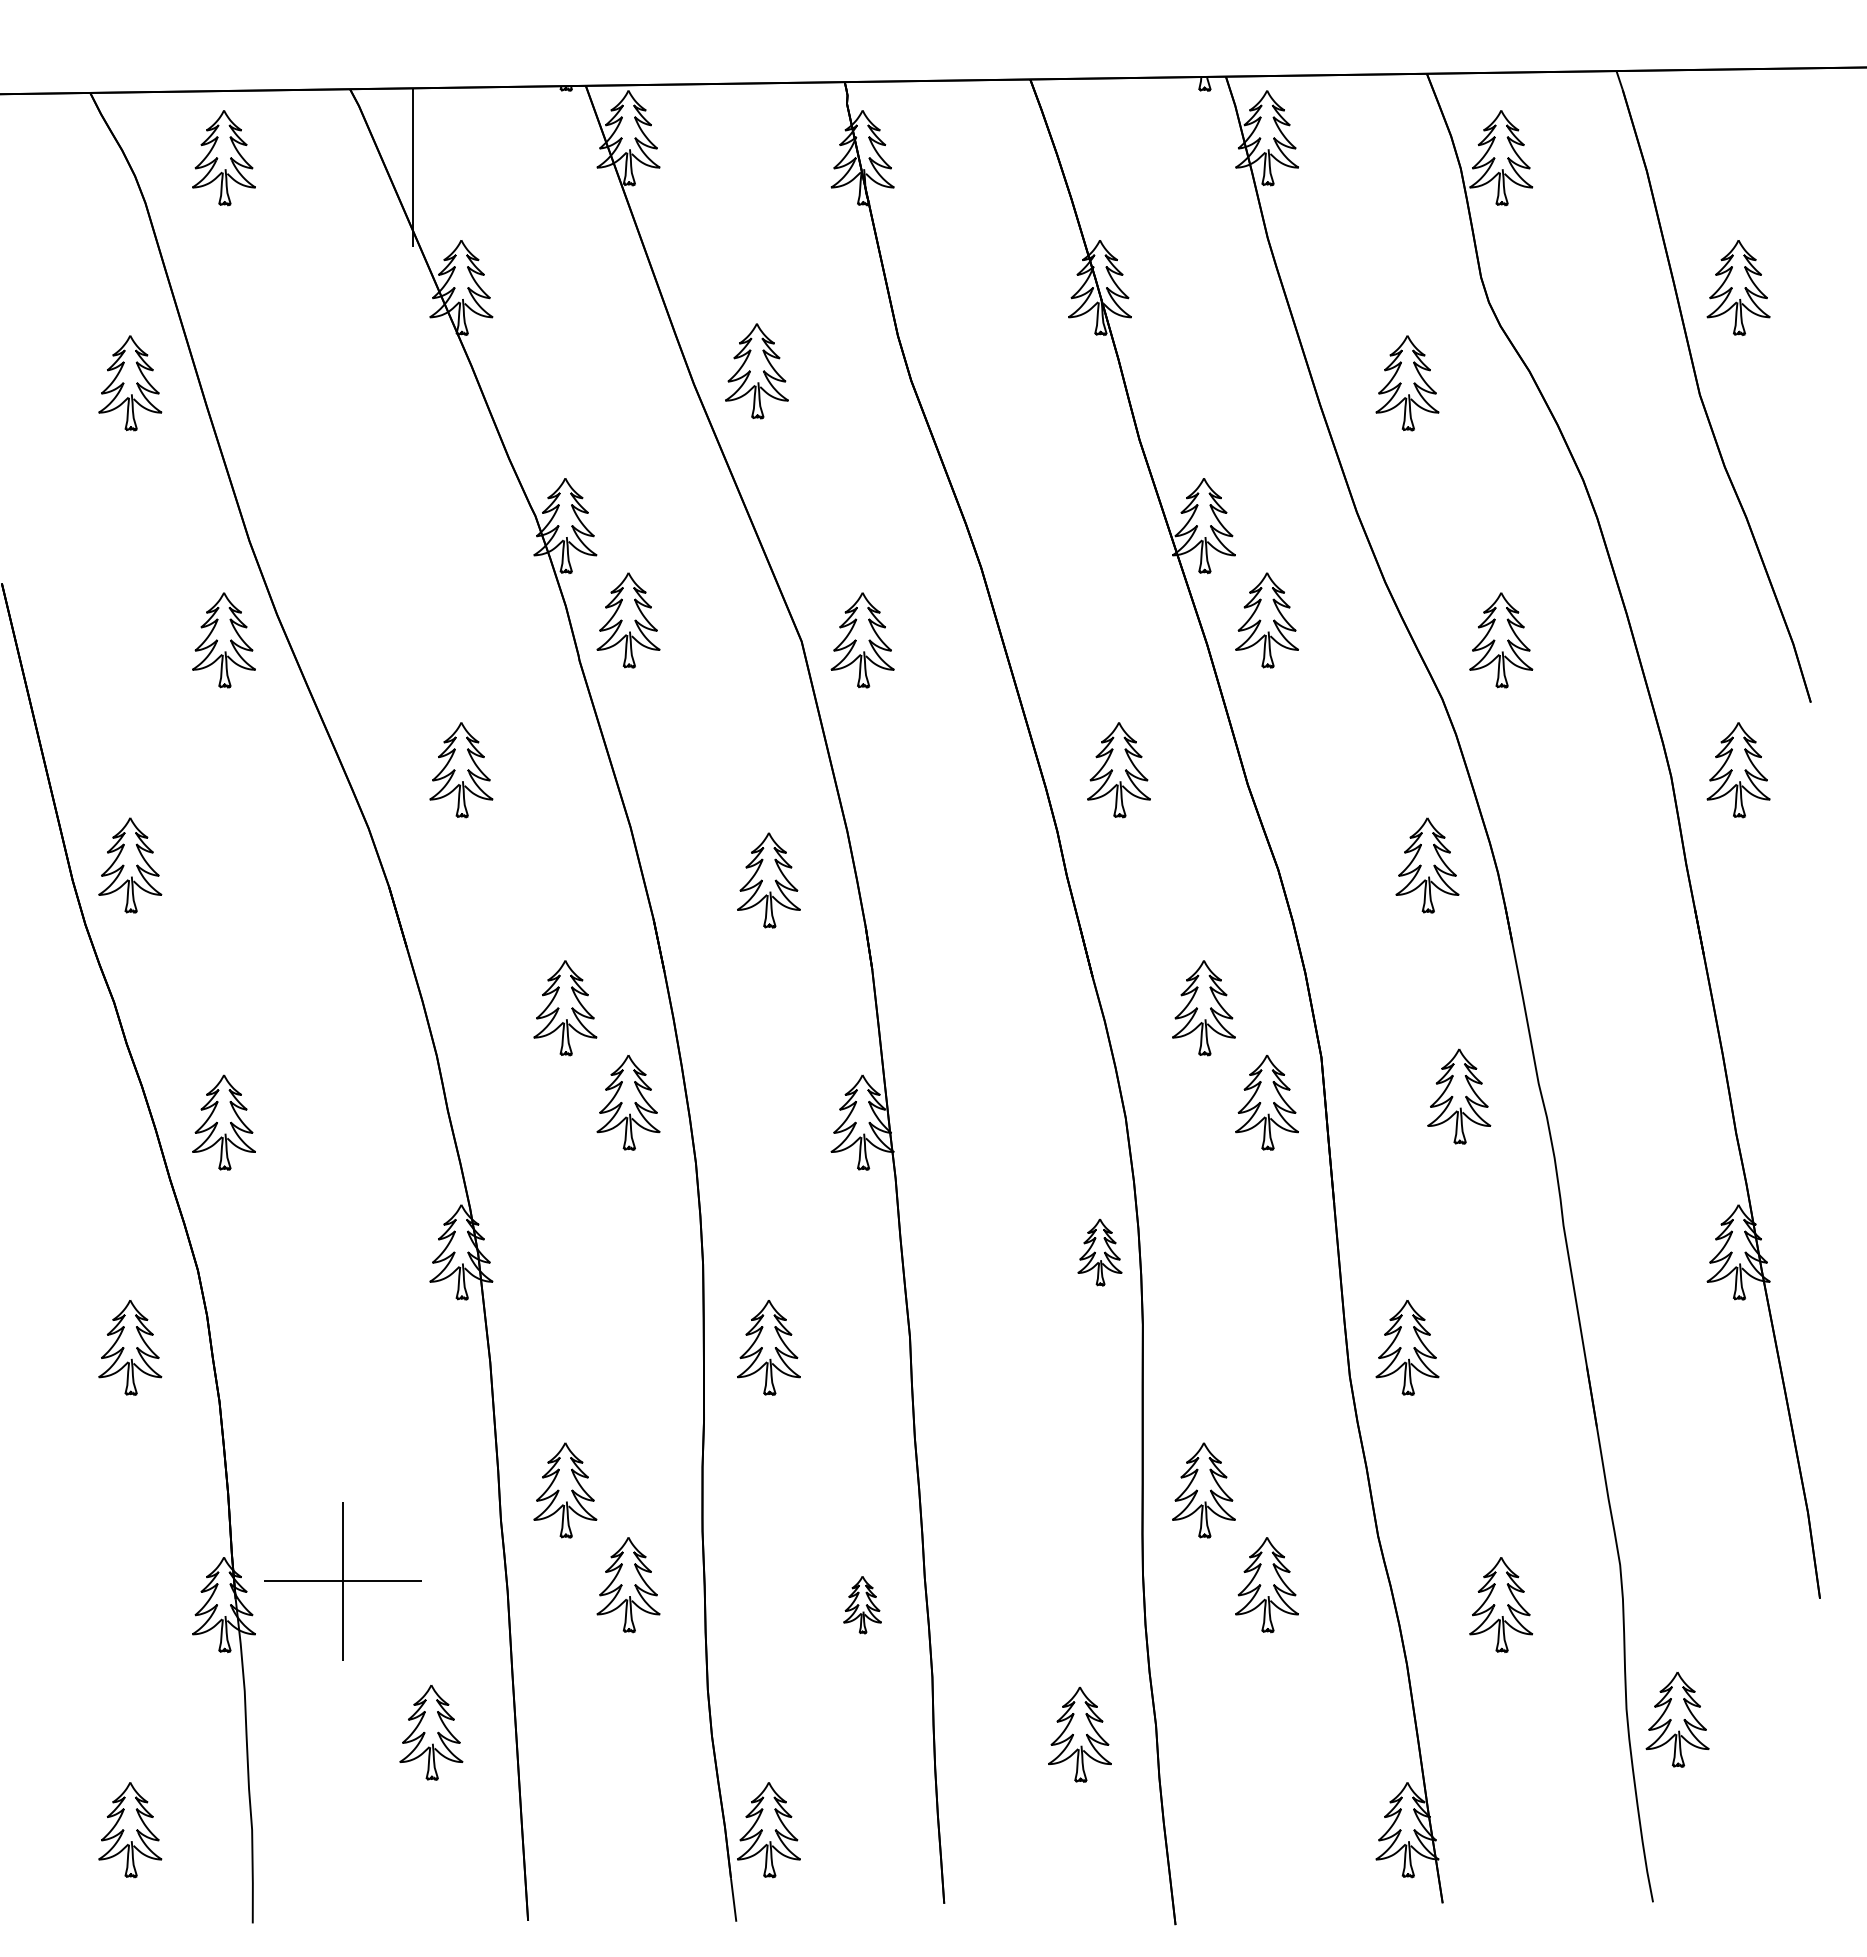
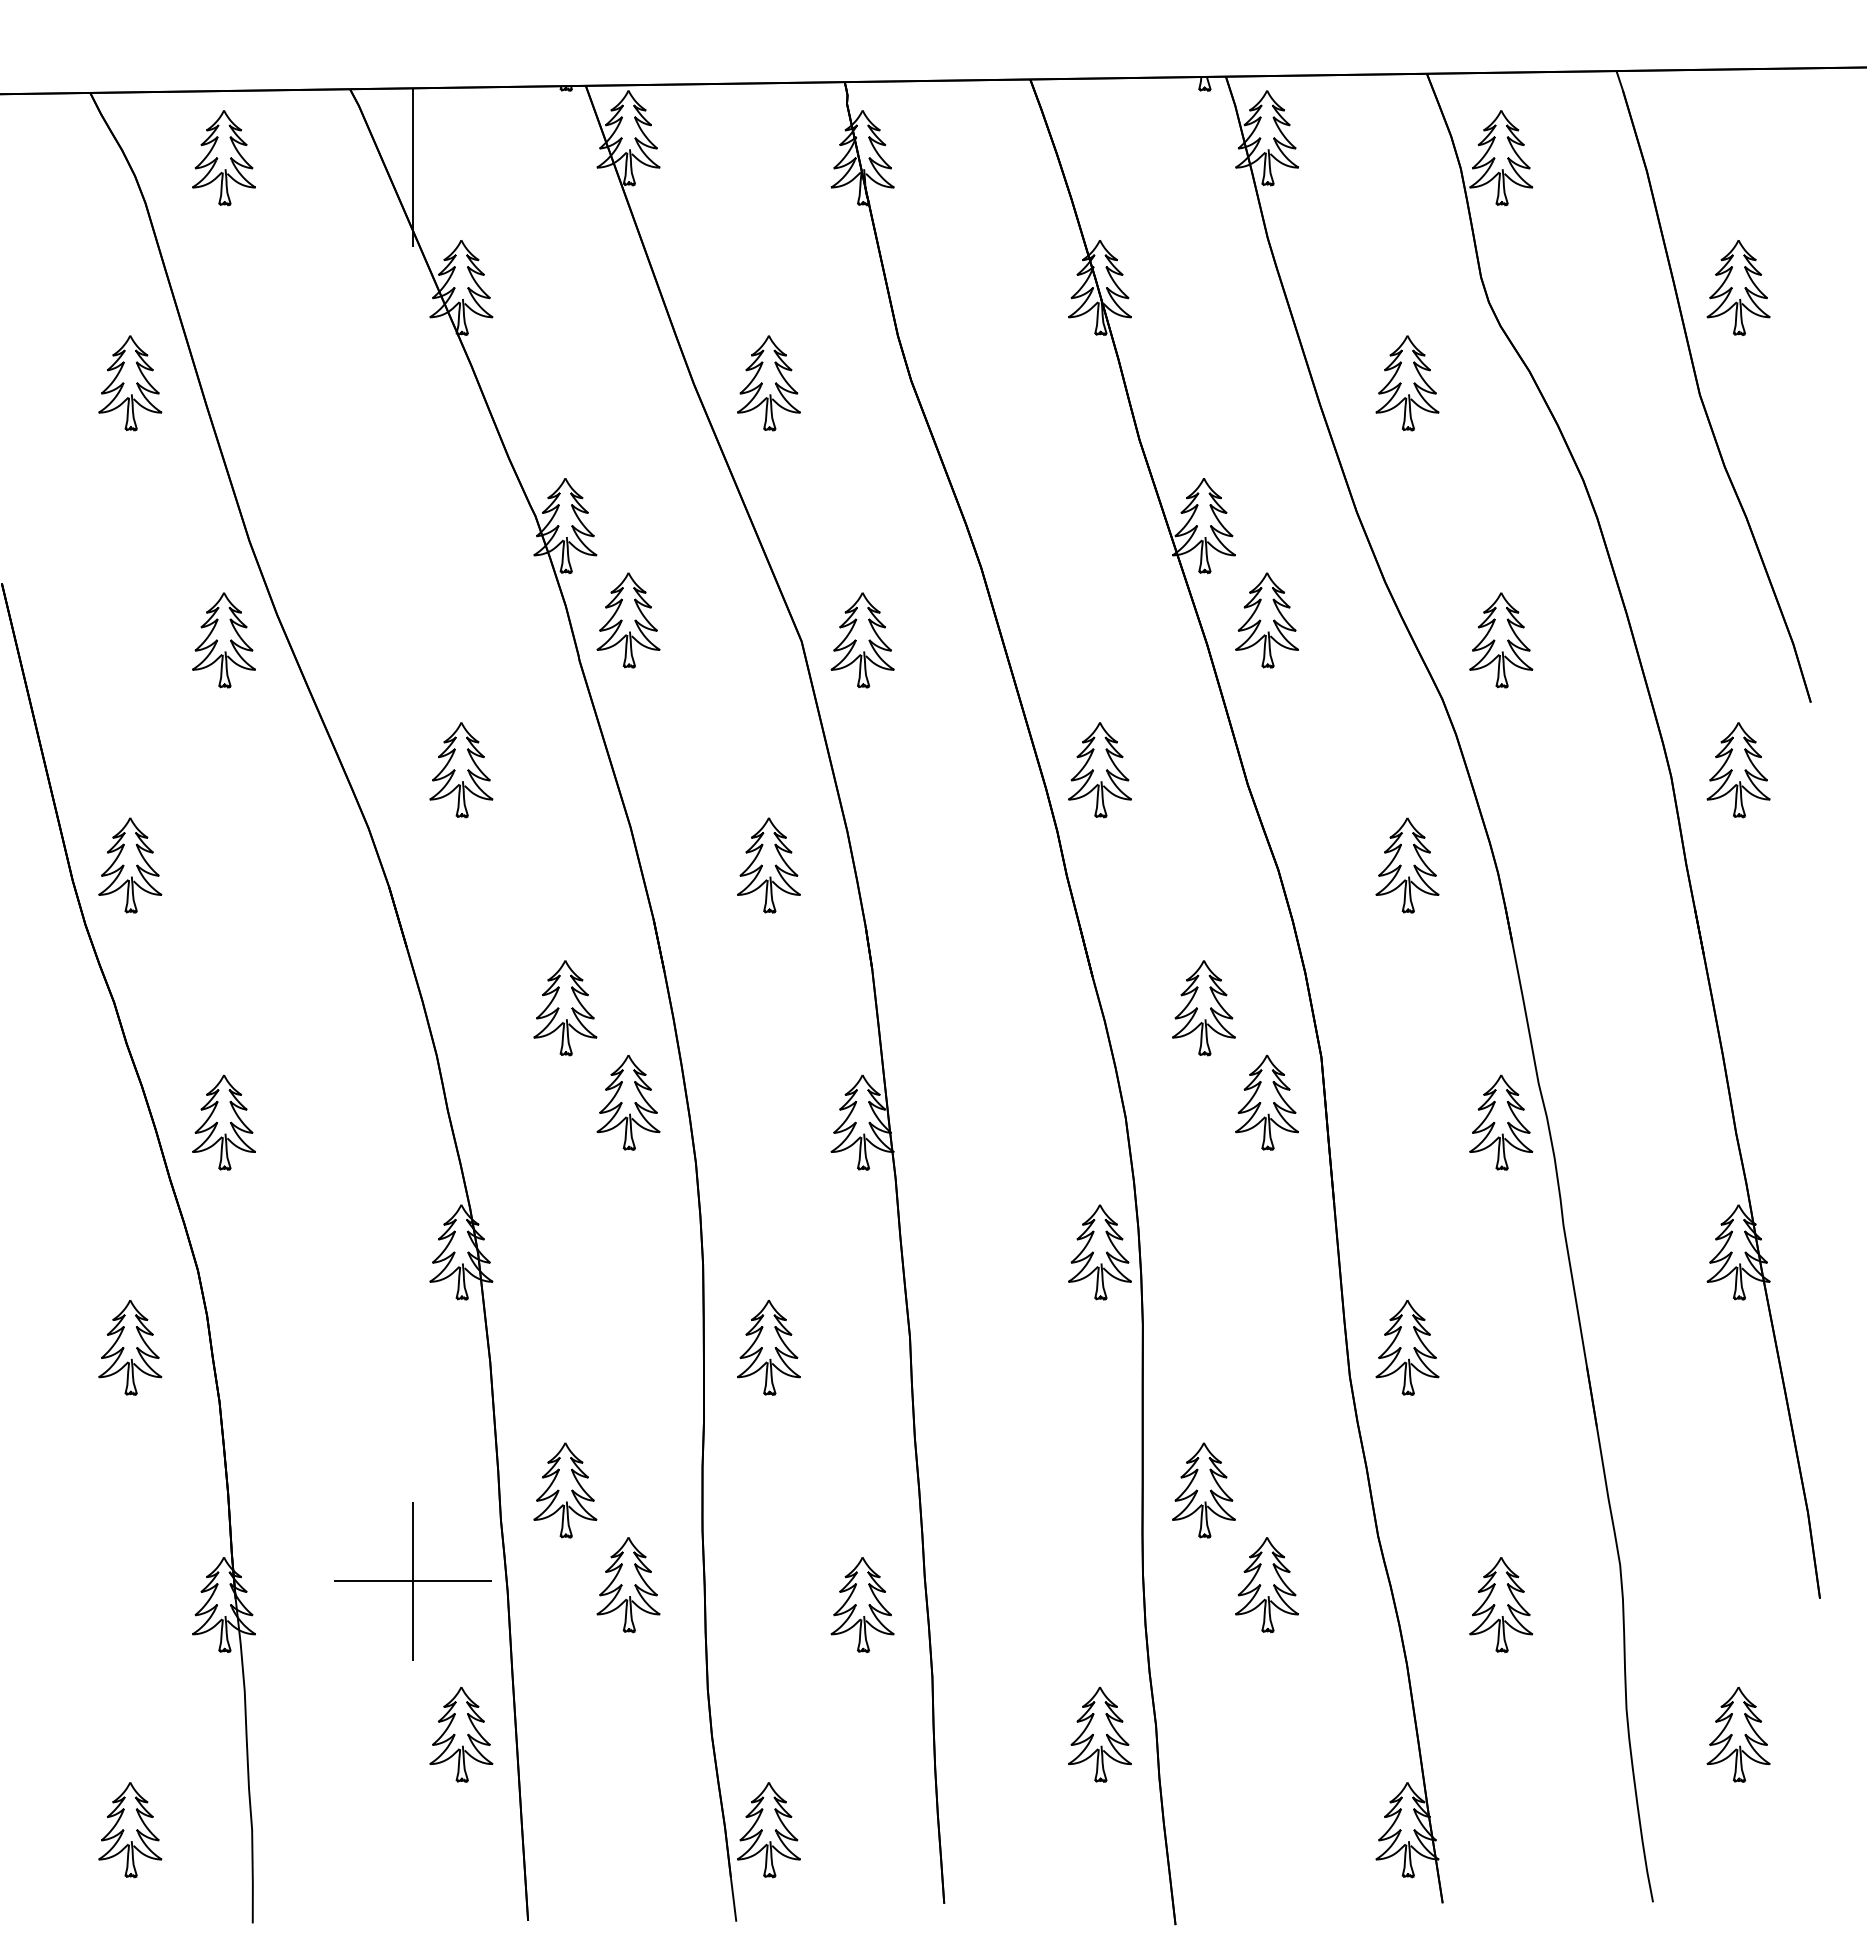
part at (756, 371) position: (756, 371) -> (768, 383)
part at (1118, 770) position: (1118, 770) -> (1099, 770)
part at (1427, 865) position: (1427, 865) -> (1407, 865)
part at (768, 880) position: (768, 880) -> (768, 865)
part at (1459, 1096) position: (1459, 1096) -> (1501, 1122)
part at (1099, 1252) size: 46x69 px -> 64x97 px
part at (342, 1581) position: (342, 1581) -> (412, 1581)
part at (862, 1605) size: 39x59 px -> 65x96 px
part at (1677, 1719) position: (1677, 1719) -> (1738, 1734)
part at (431, 1732) position: (431, 1732) -> (461, 1734)
part at (1079, 1734) position: (1079, 1734) -> (1099, 1734)
